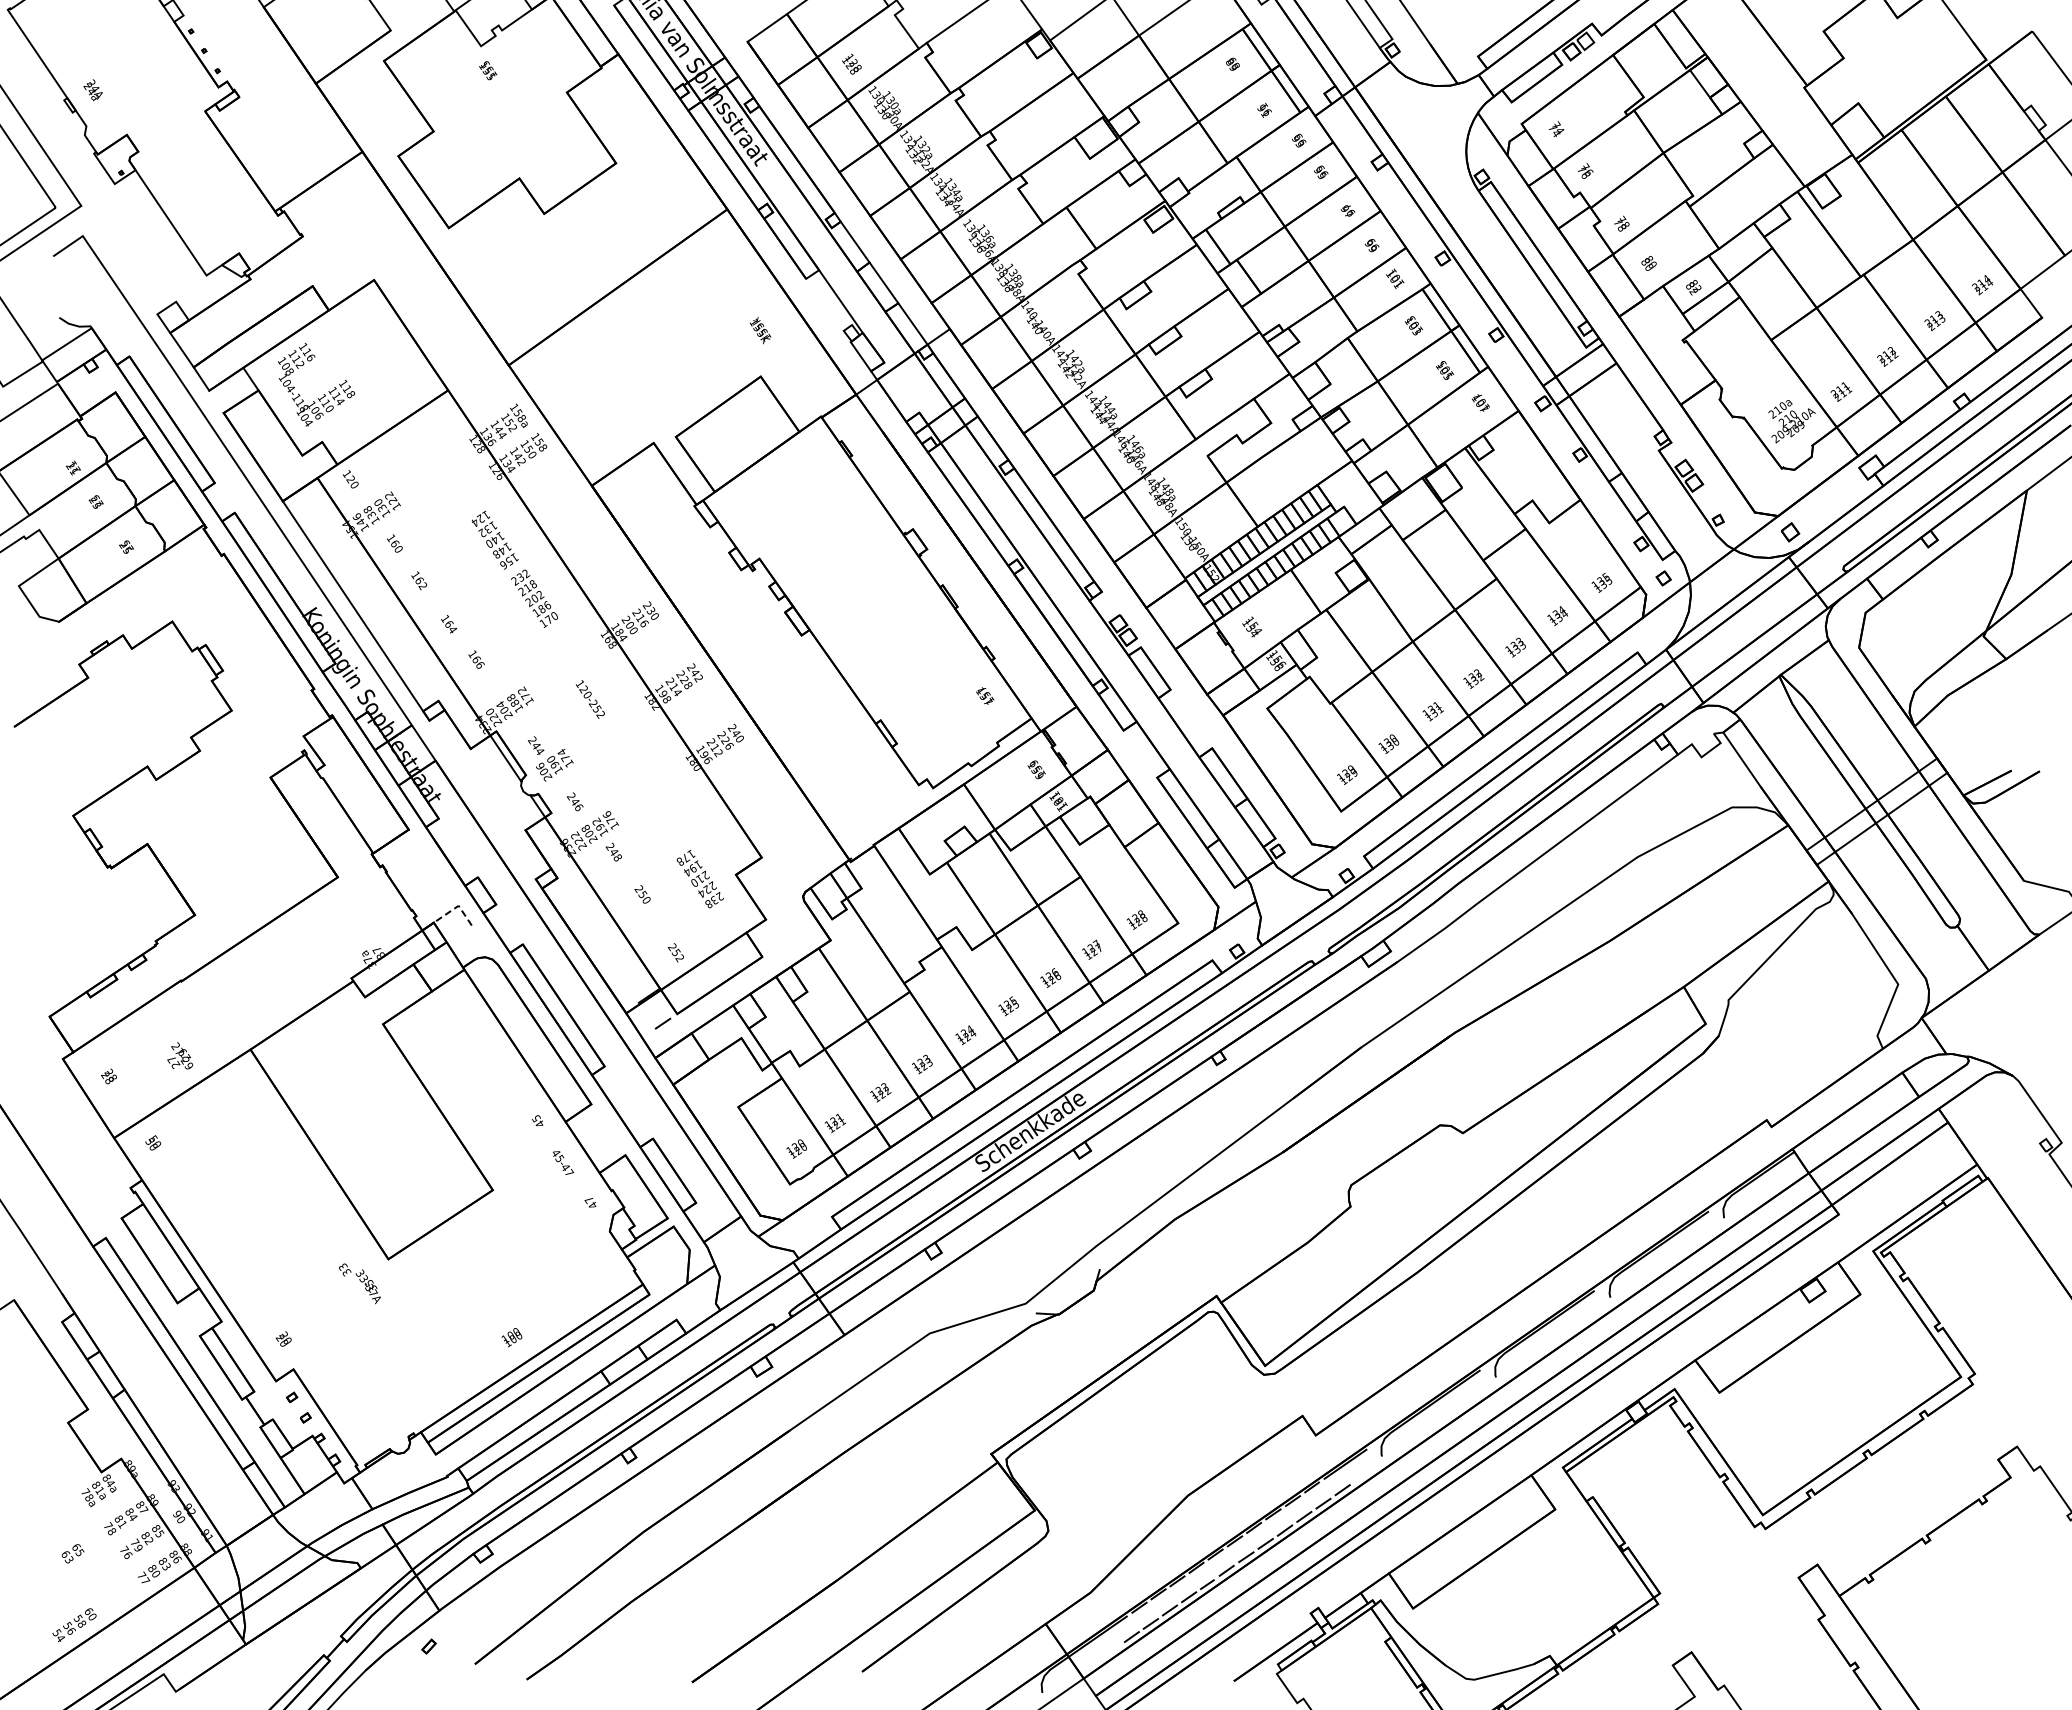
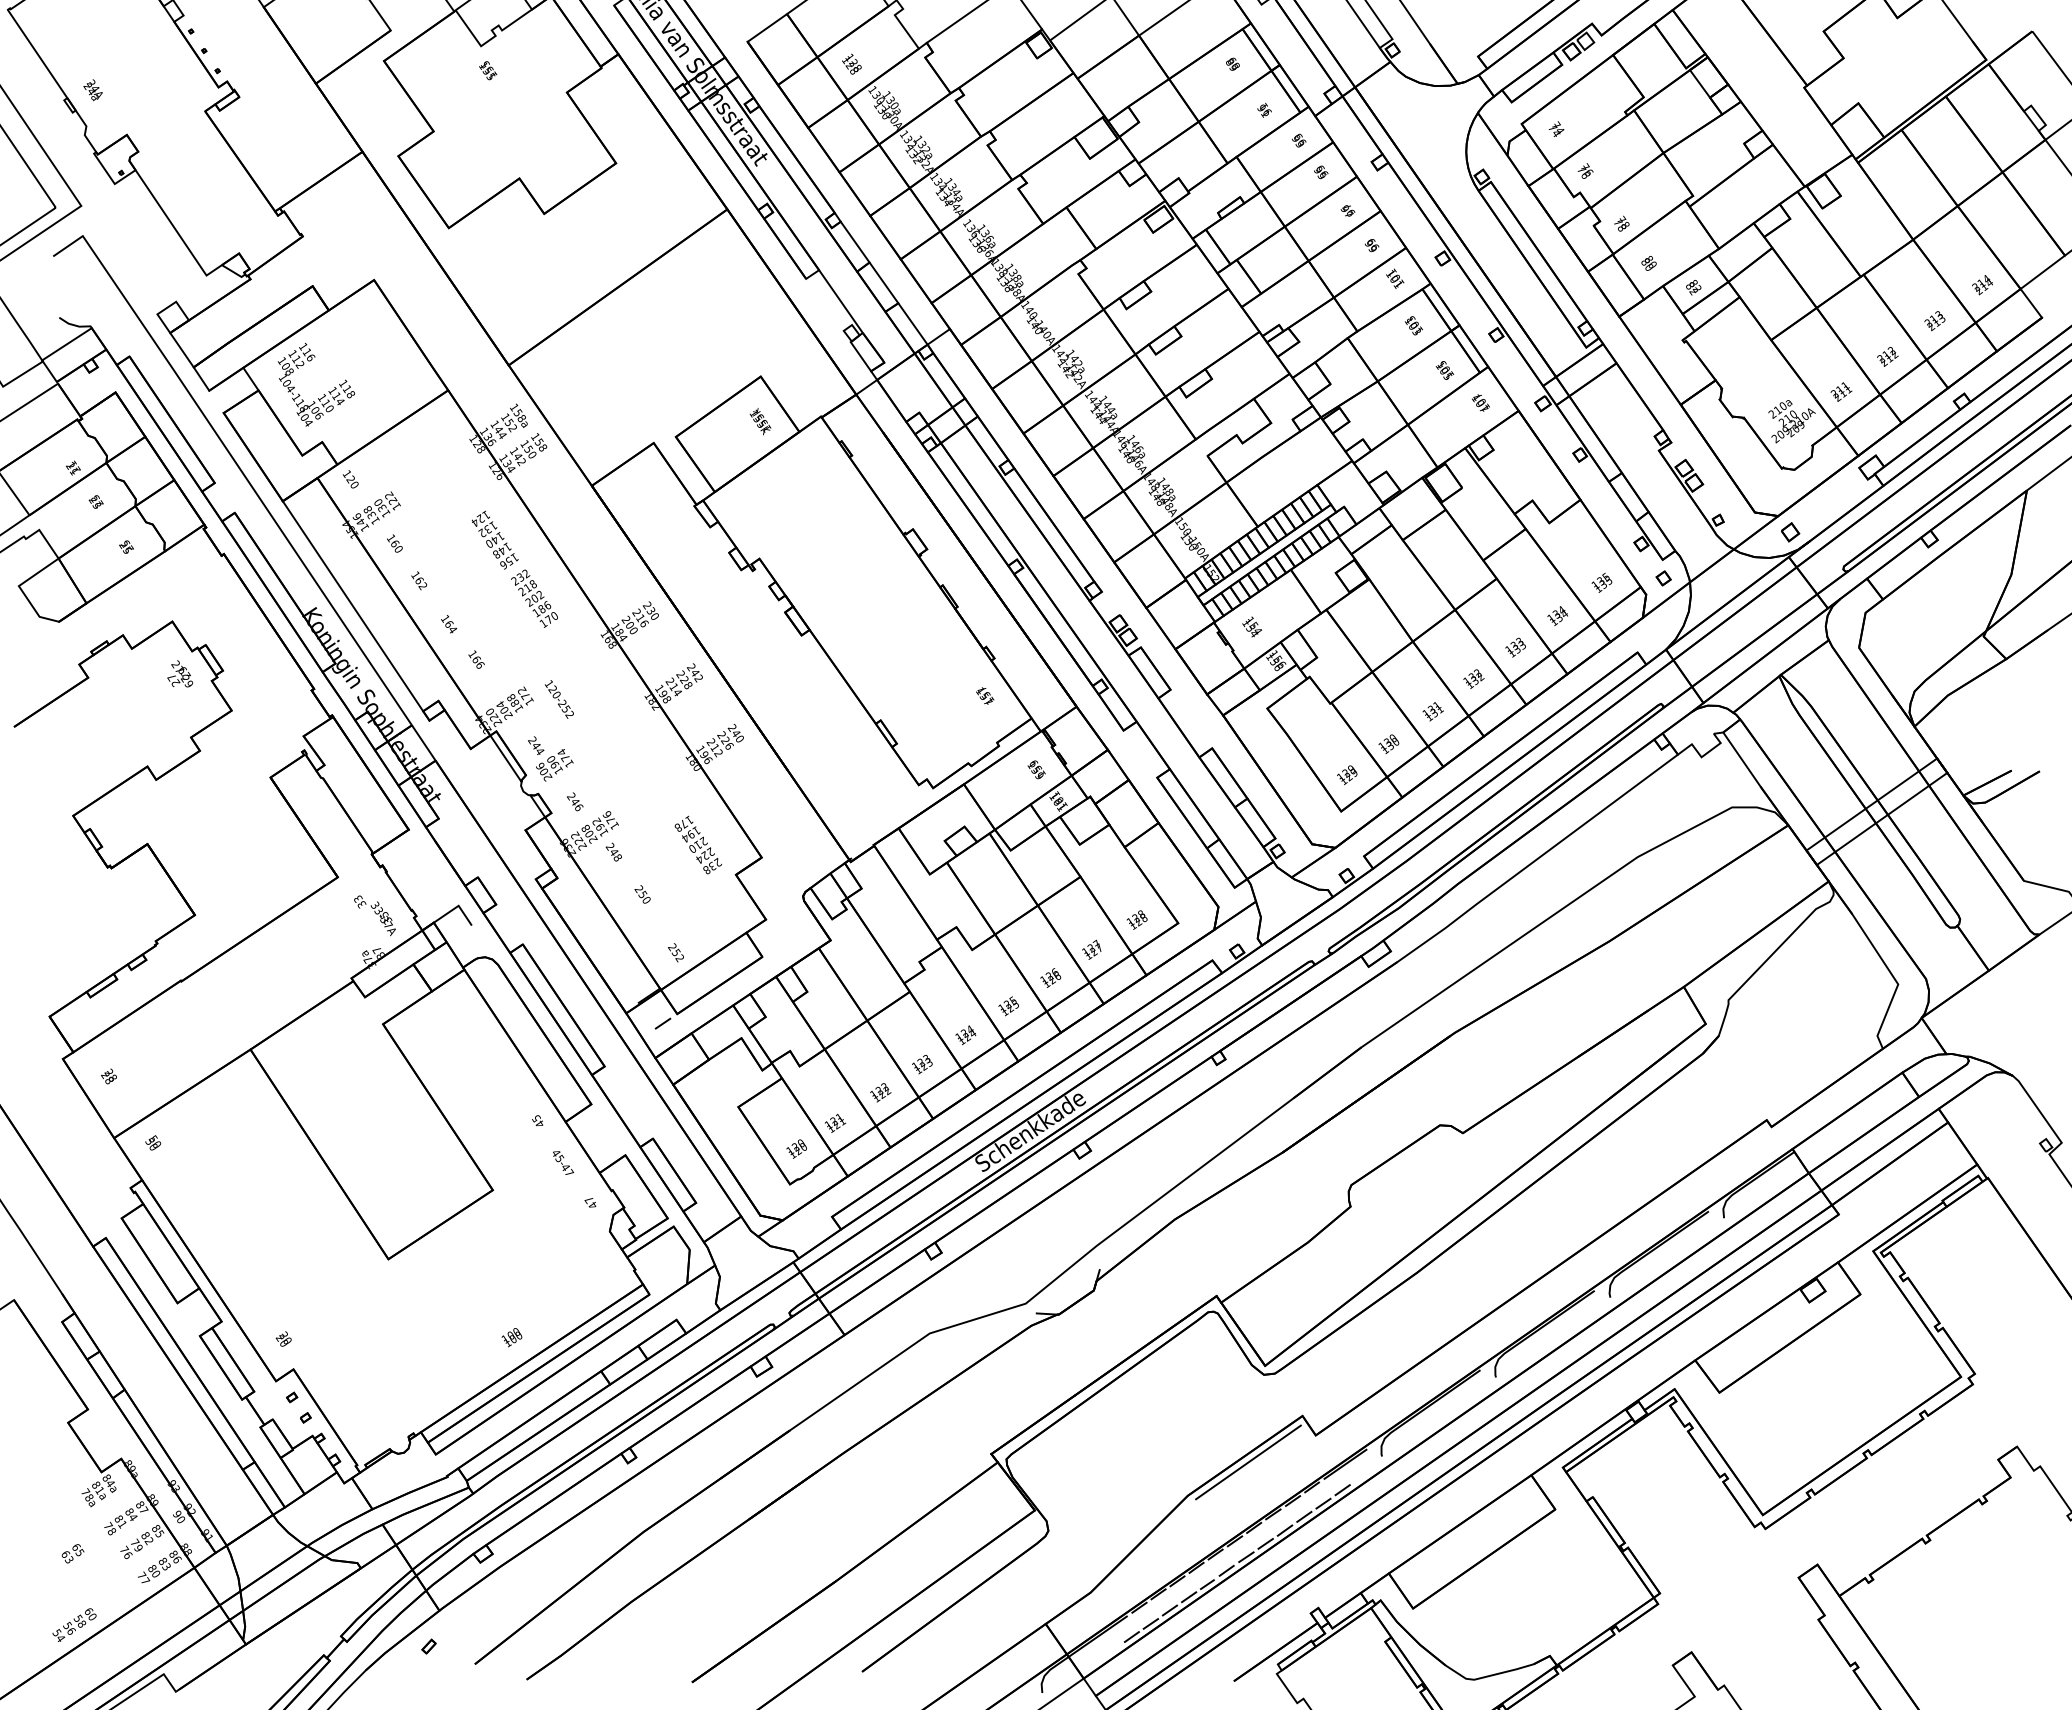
text at (760, 330) position: (760, 330) -> (760, 421)
text at (589, 699) position: (589, 699) -> (558, 699)
text at (699, 878) position: (699, 878) -> (697, 844)
line at (456, 907): dashed -> solid
text at (180, 1055) position: (180, 1055) -> (180, 673)
text at (359, 1283) position: (359, 1283) -> (374, 915)
line at (1248, 1462): none -> present
